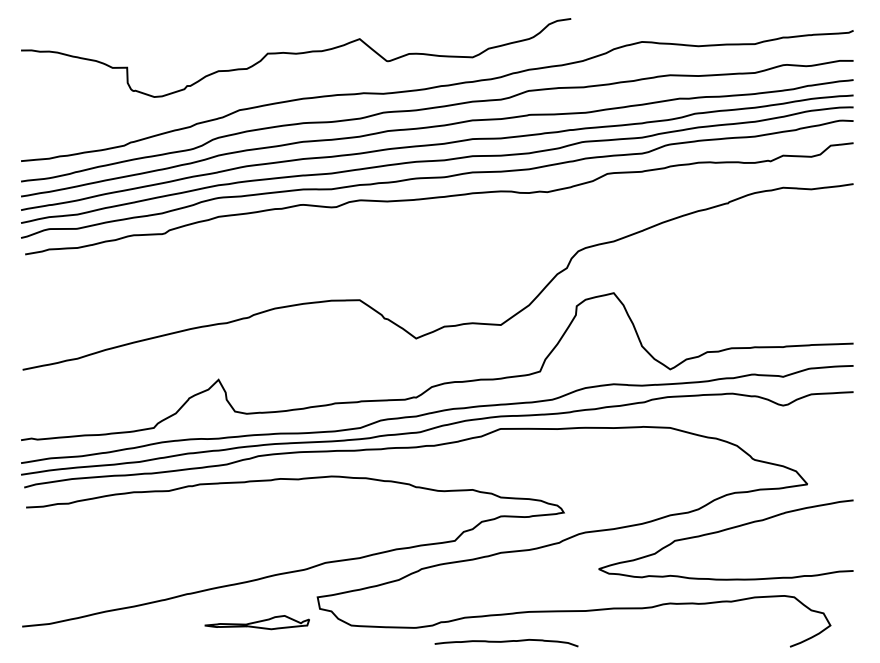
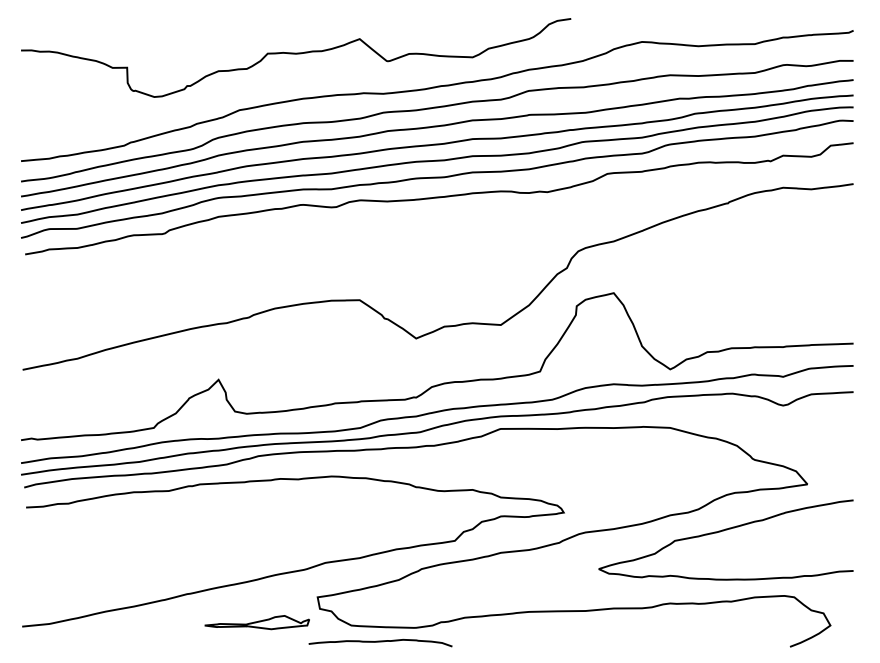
curve at (506, 642) position: (506, 642) -> (380, 642)
